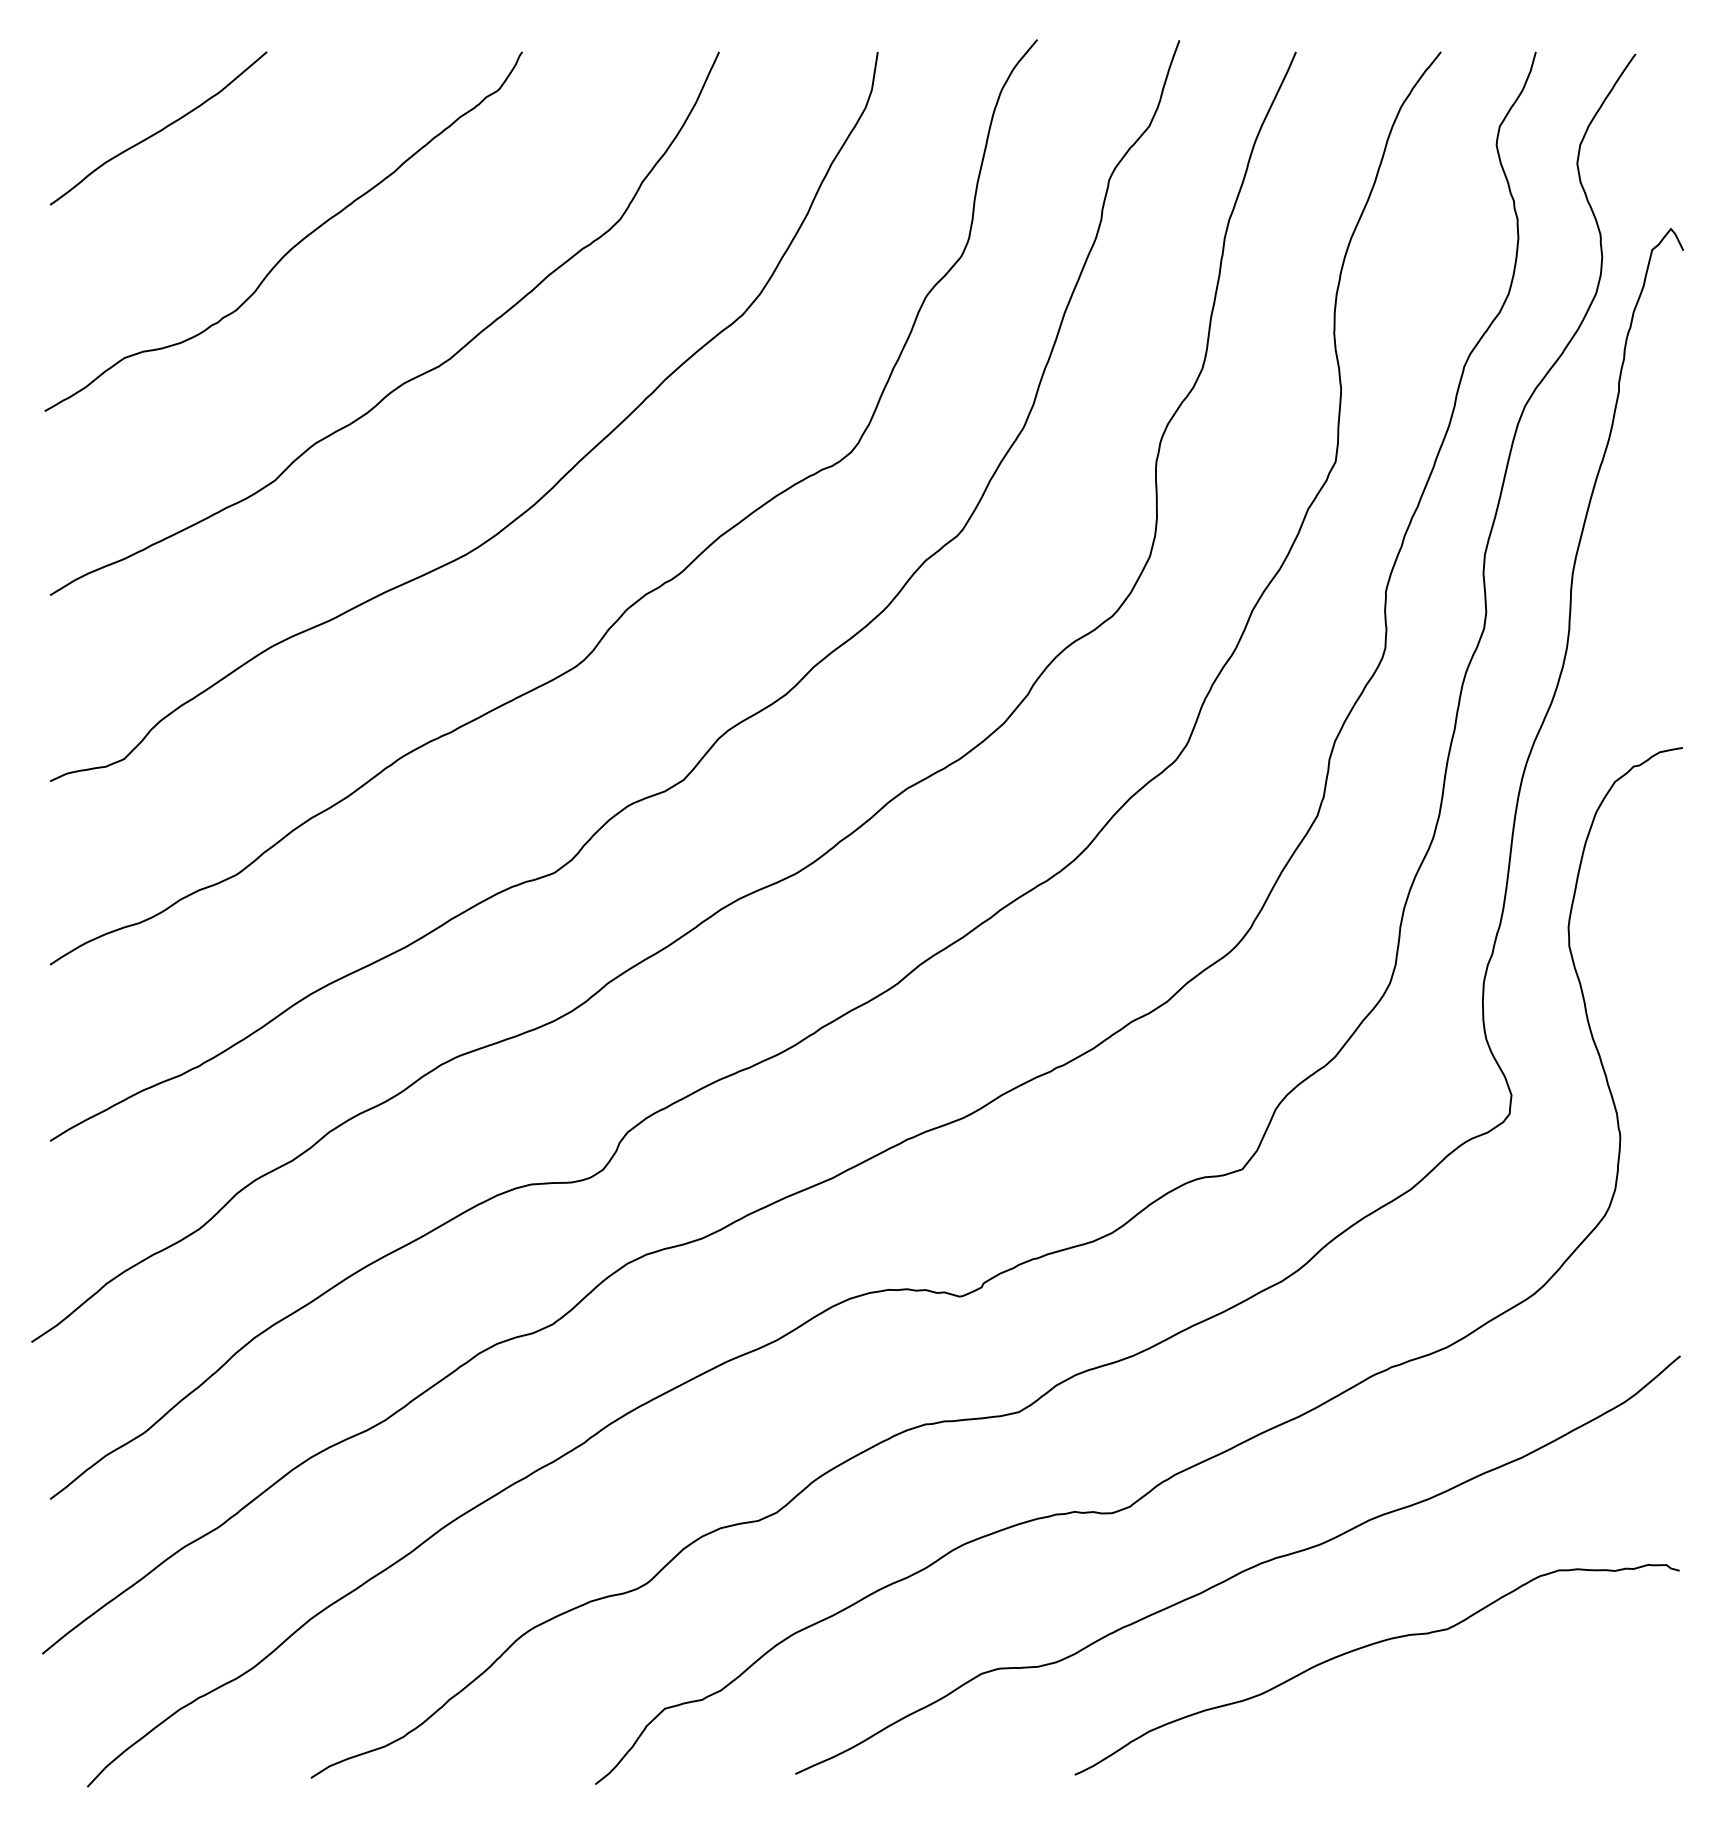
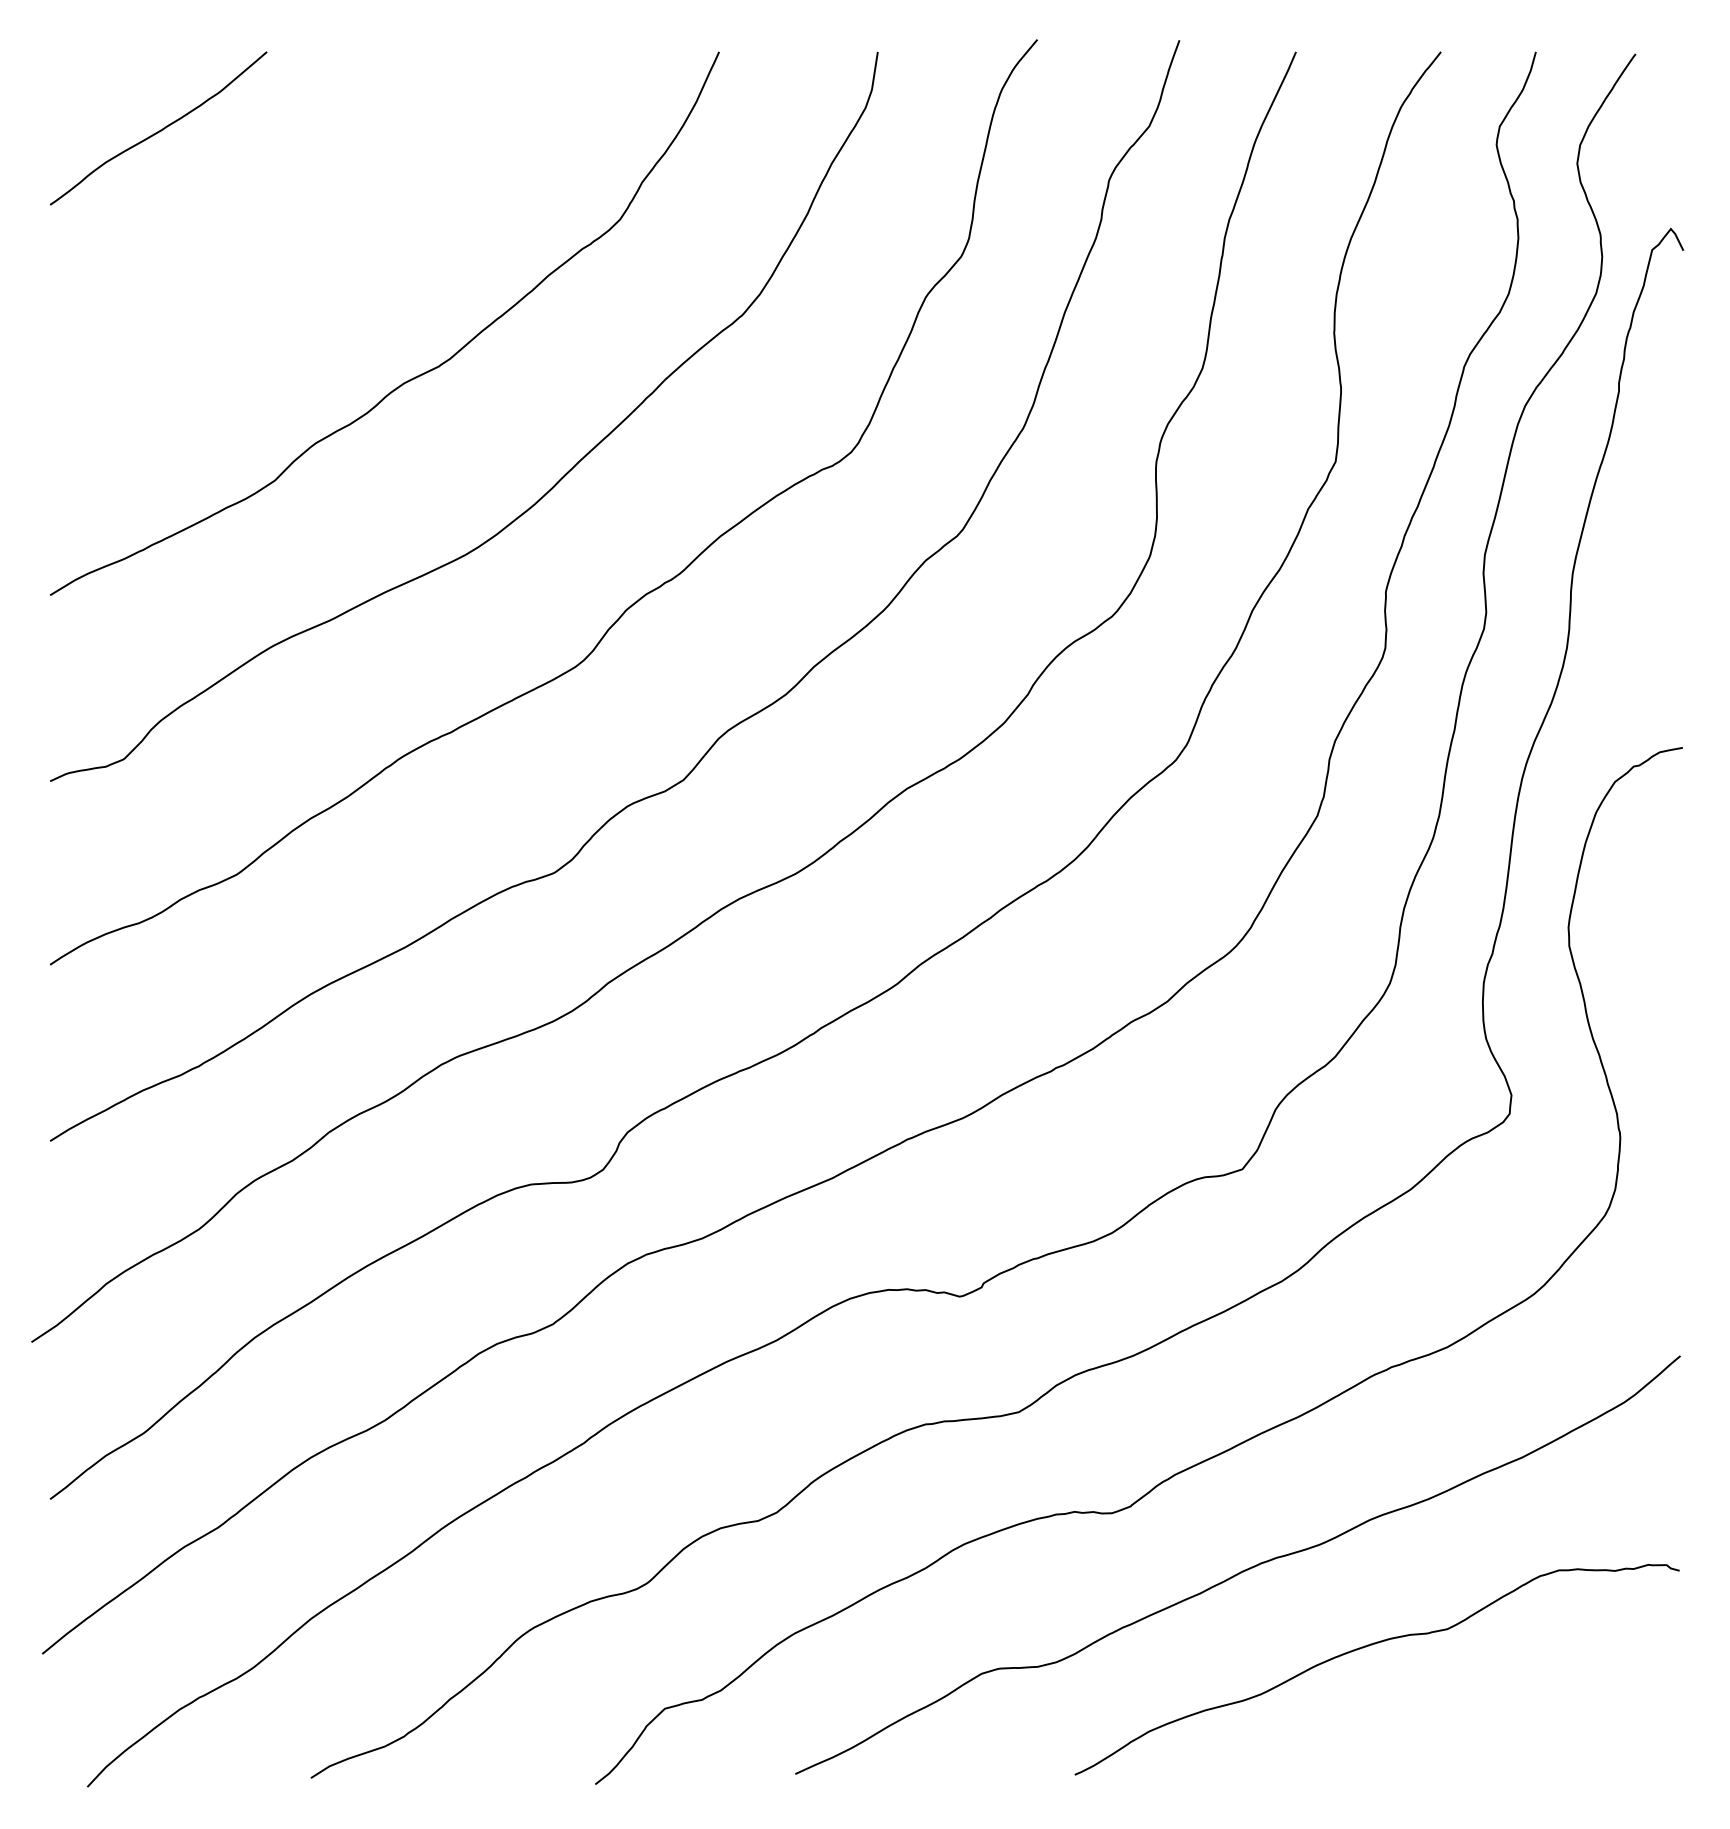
curve at (296, 243): present -> none
